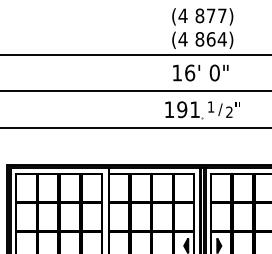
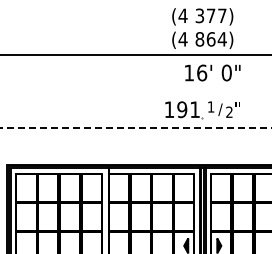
text at (199, 15): 877) -> 377)
text at (200, 72) position: (200, 72) -> (212, 72)
line at (135, 91): present -> none
line at (136, 128): solid -> dashed
